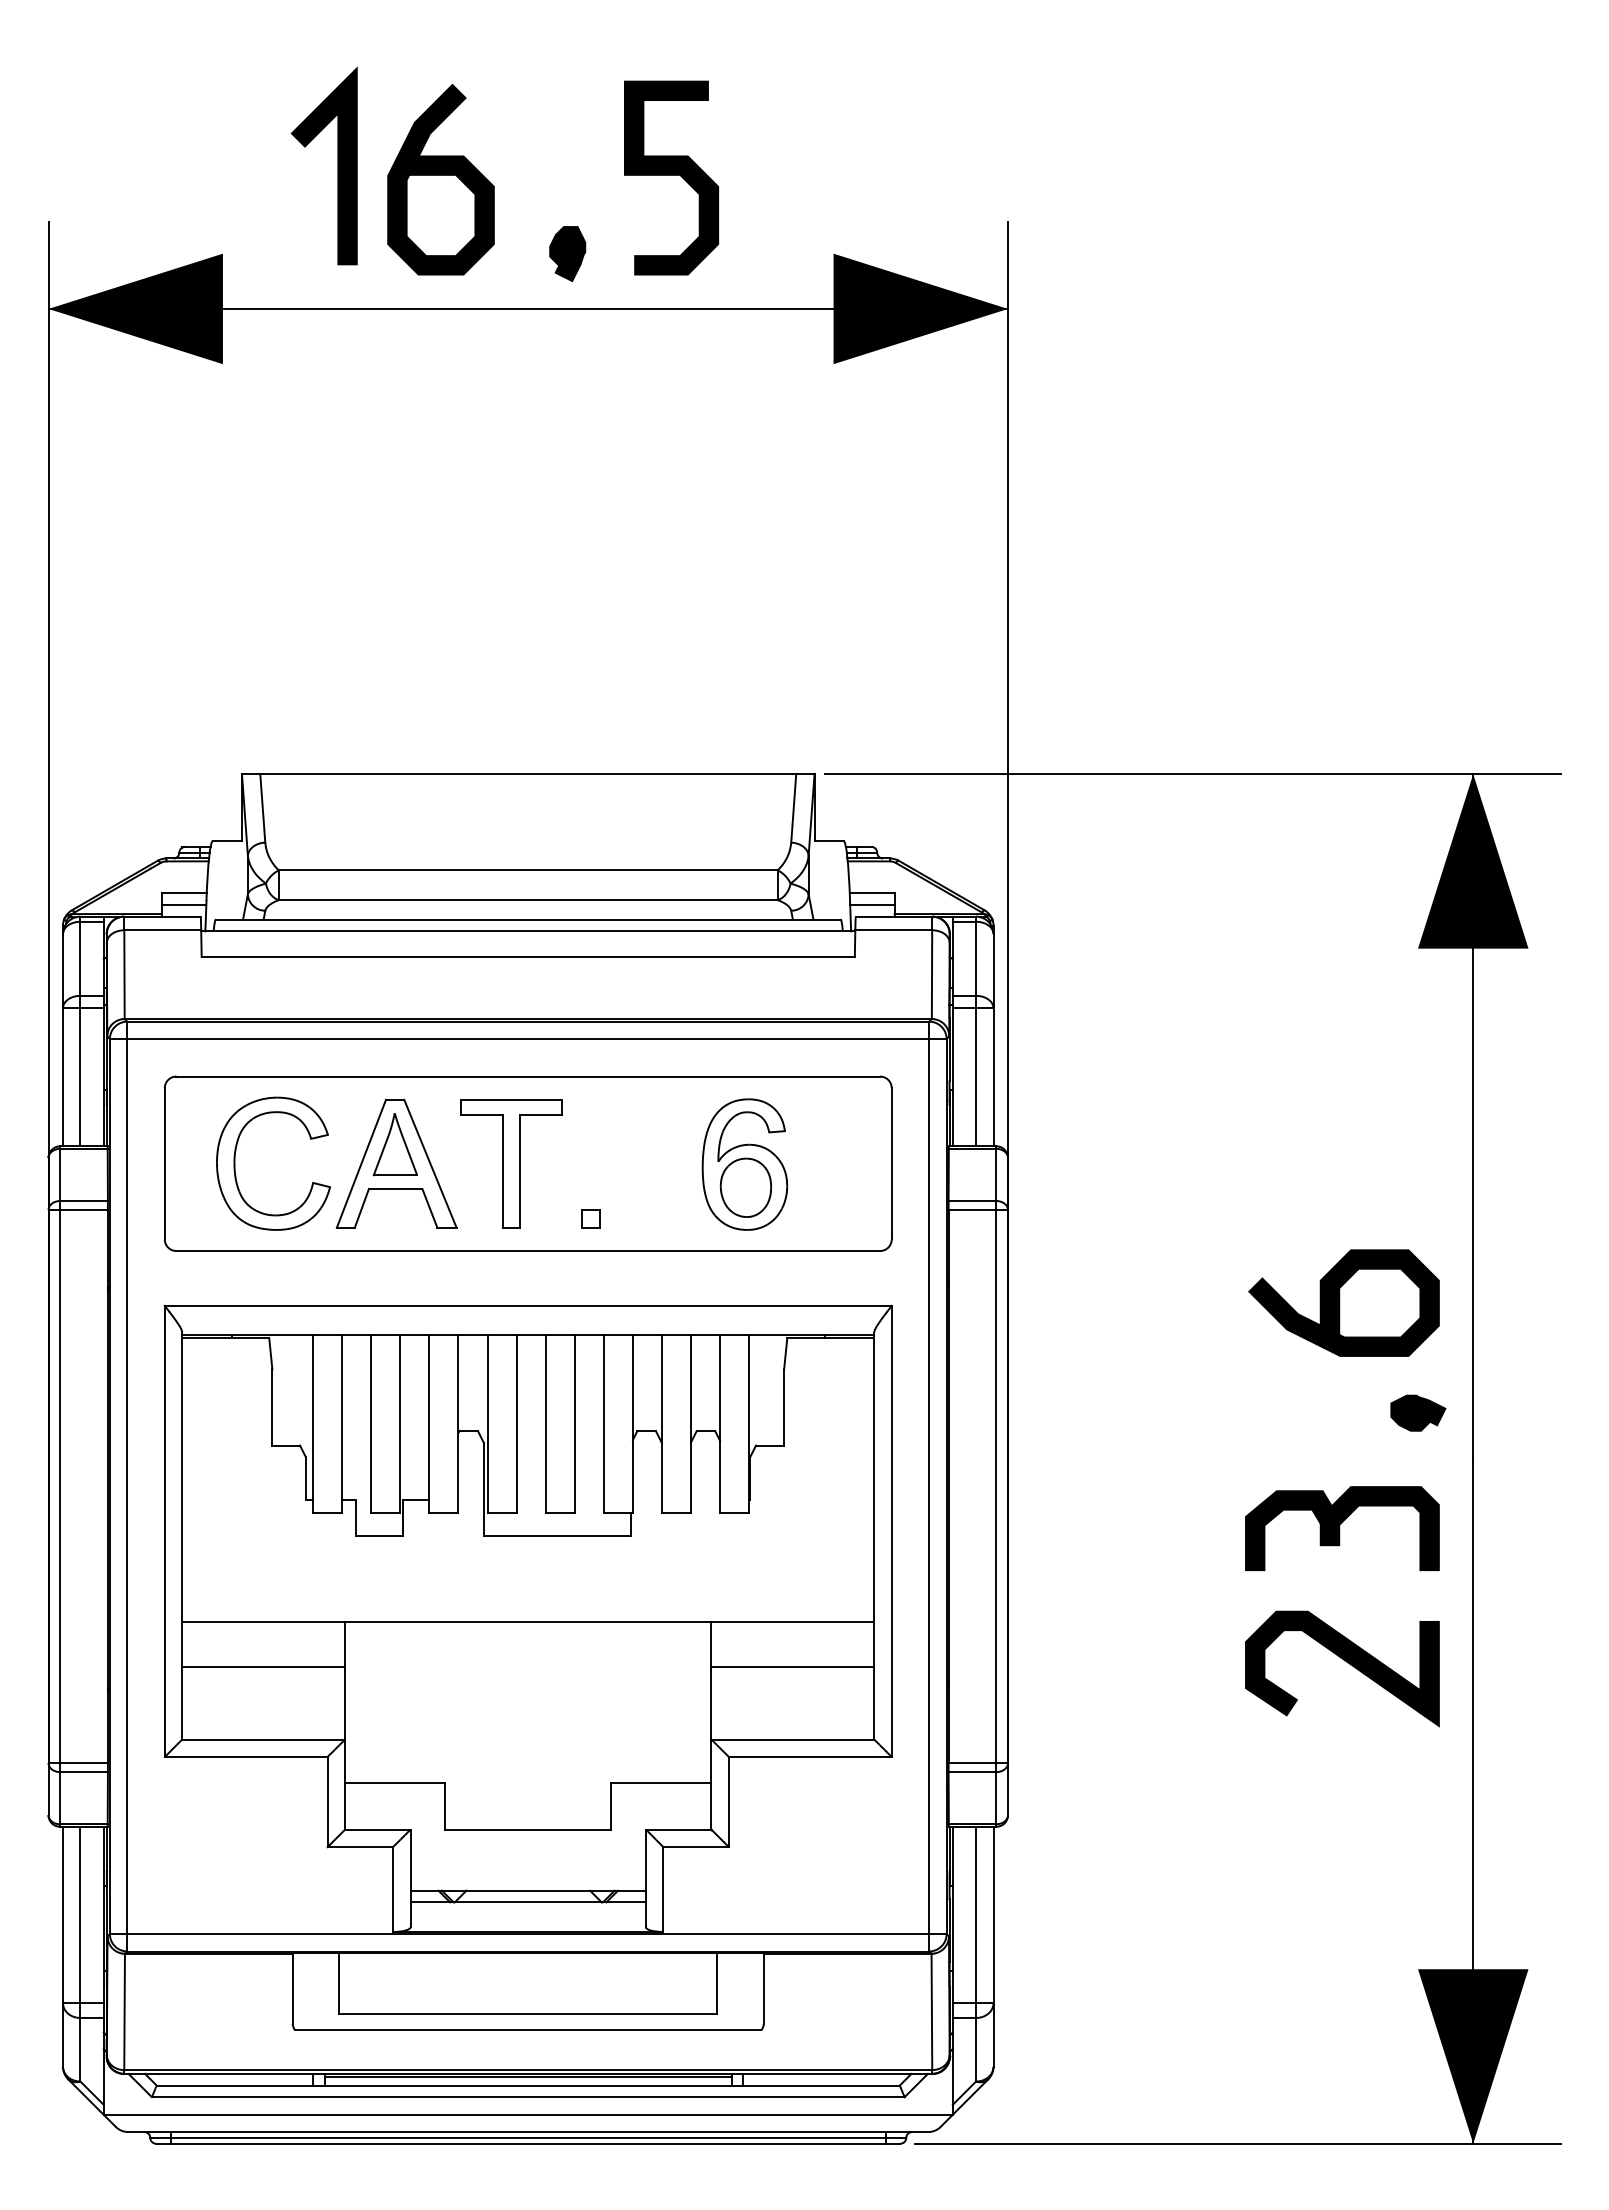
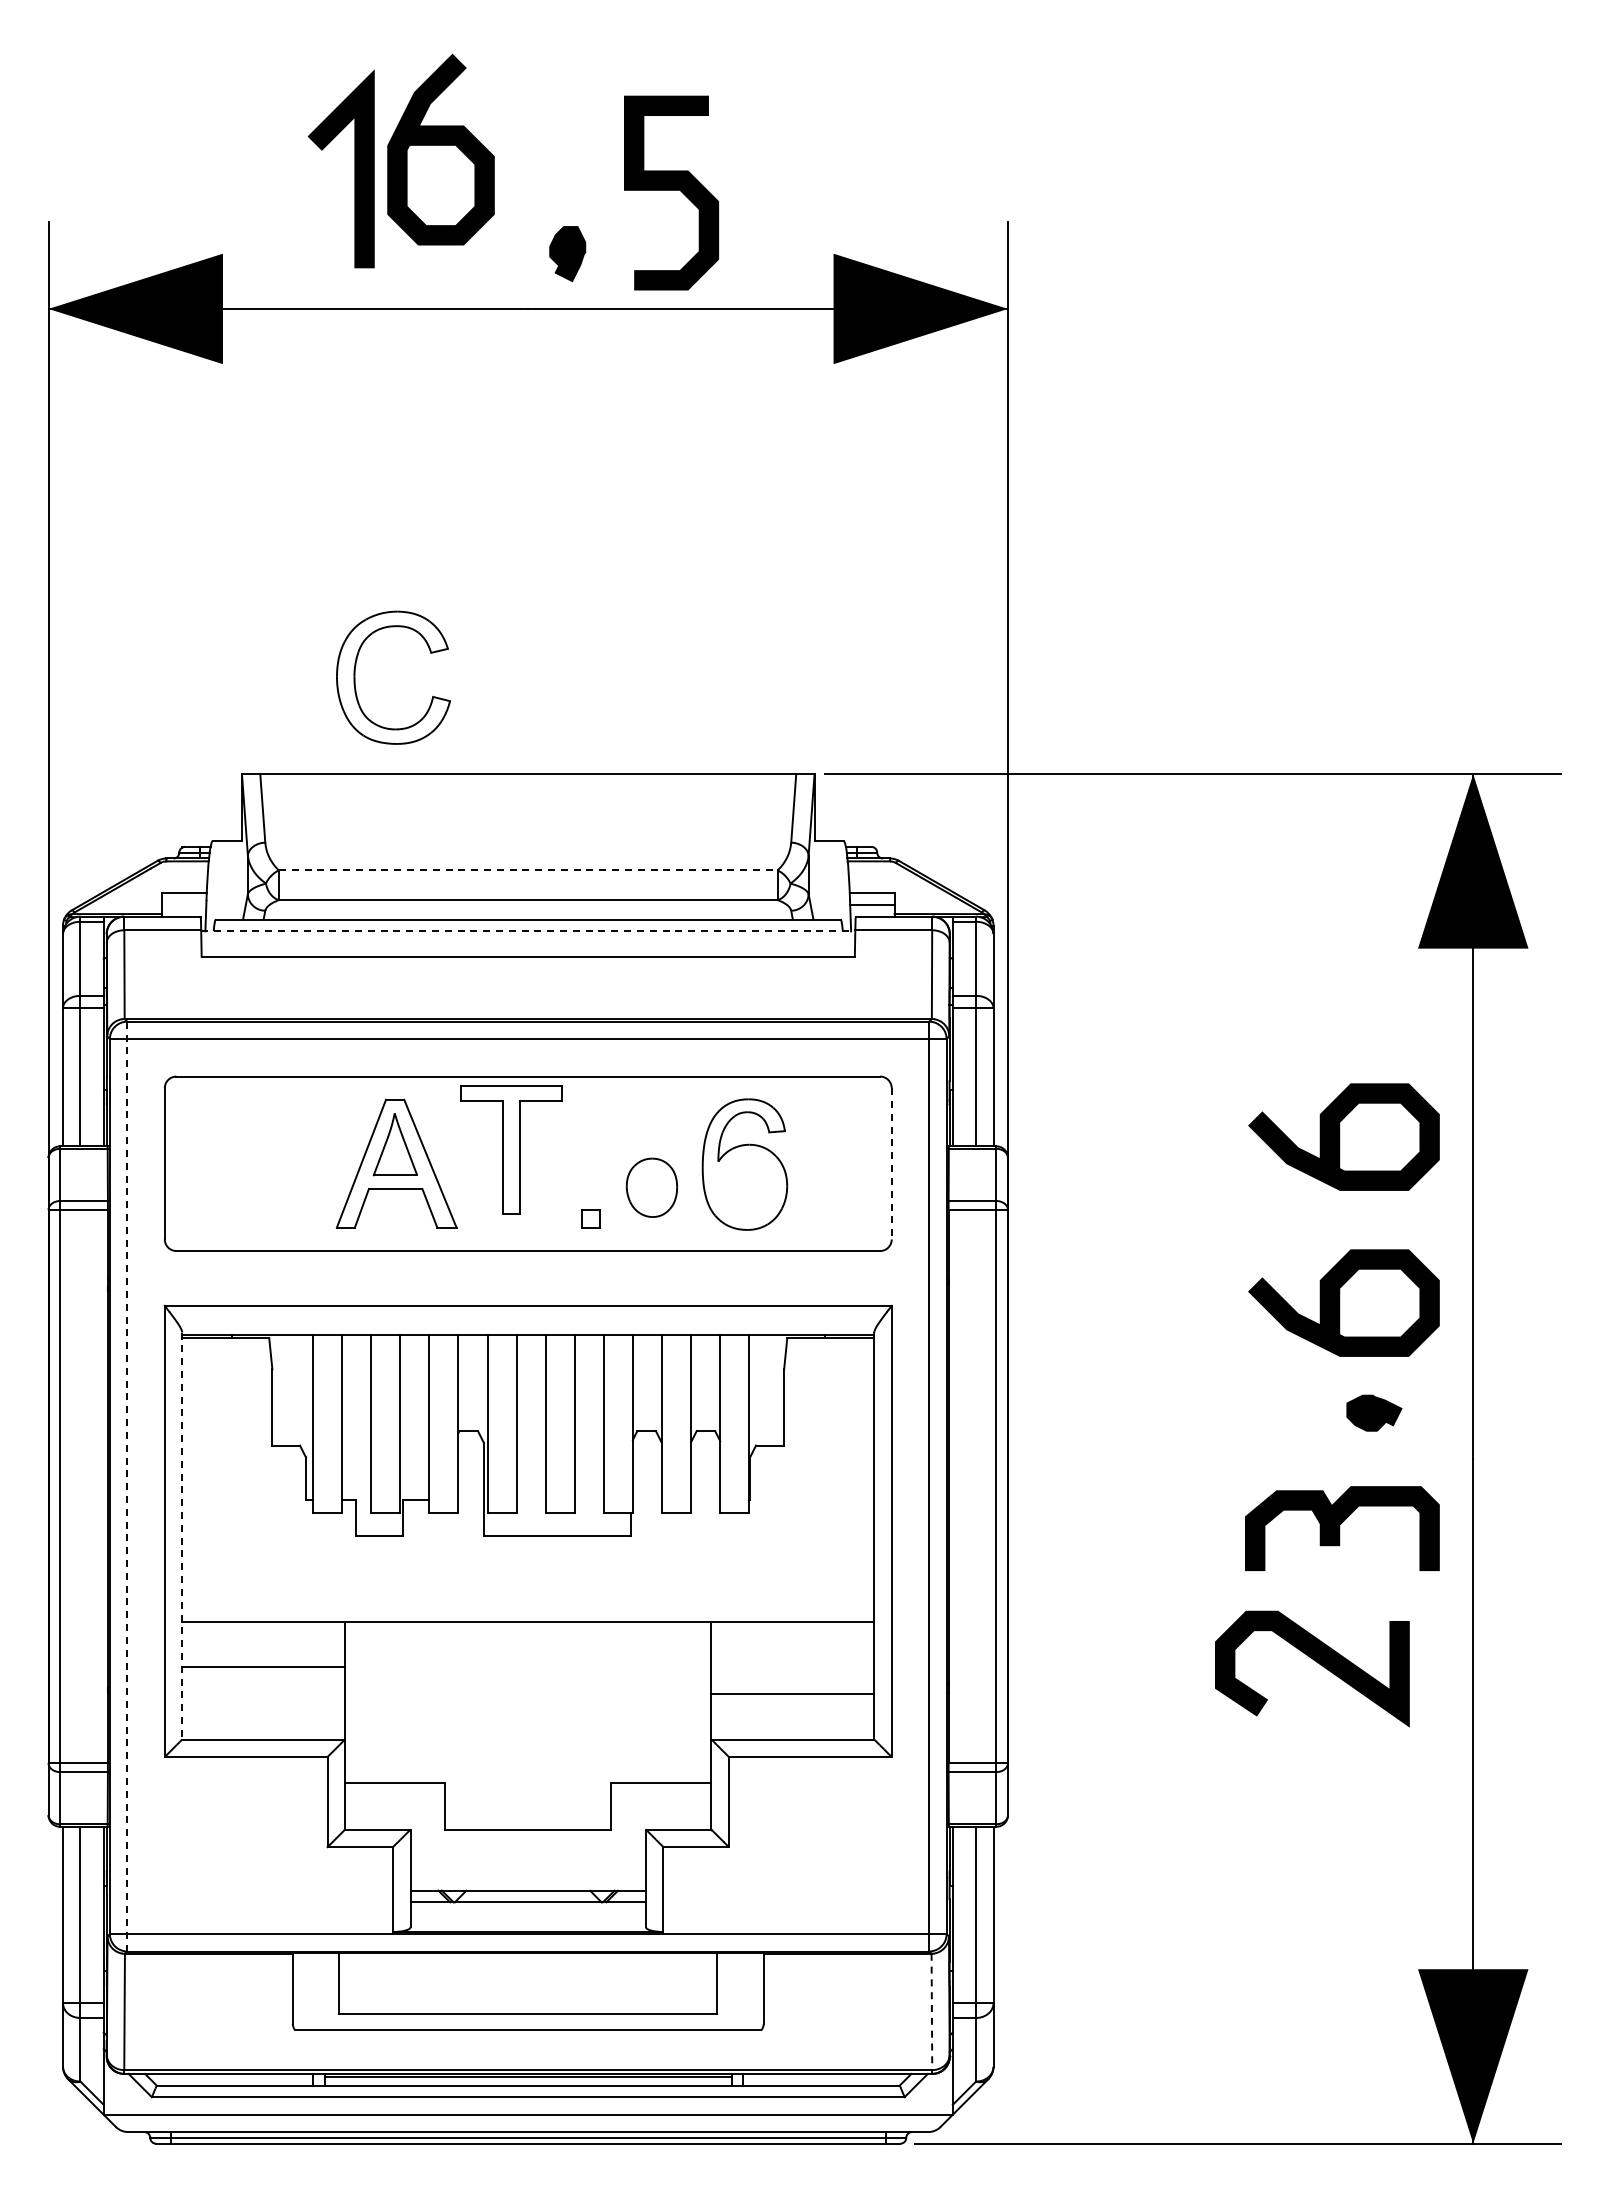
line at (337, 165) position: (337, 165) -> (354, 168)
curve at (440, 175) position: (440, 175) -> (440, 145)
curve at (671, 175) position: (671, 175) -> (671, 190)
line at (528, 870): solid -> dashed
line at (183, 905): present -> none
line at (528, 931): solid -> dashed
curve at (1340, 1136): none -> present
part at (235, 1163) position: (235, 1163) -> (355, 677)
part at (511, 1163) position: (511, 1163) -> (511, 1149)
line at (891, 1163): solid -> dashed
part at (745, 1187) position: (745, 1187) -> (651, 1187)
part at (1418, 1412) position: (1418, 1412) -> (1374, 1412)
line at (127, 1486): solid -> dashed
line at (182, 1536): solid -> dashed
curve at (1347, 1663) position: (1347, 1663) -> (1317, 1663)
line at (792, 1666) position: (792, 1666) -> (792, 1693)
line at (931, 2012): solid -> dashed
